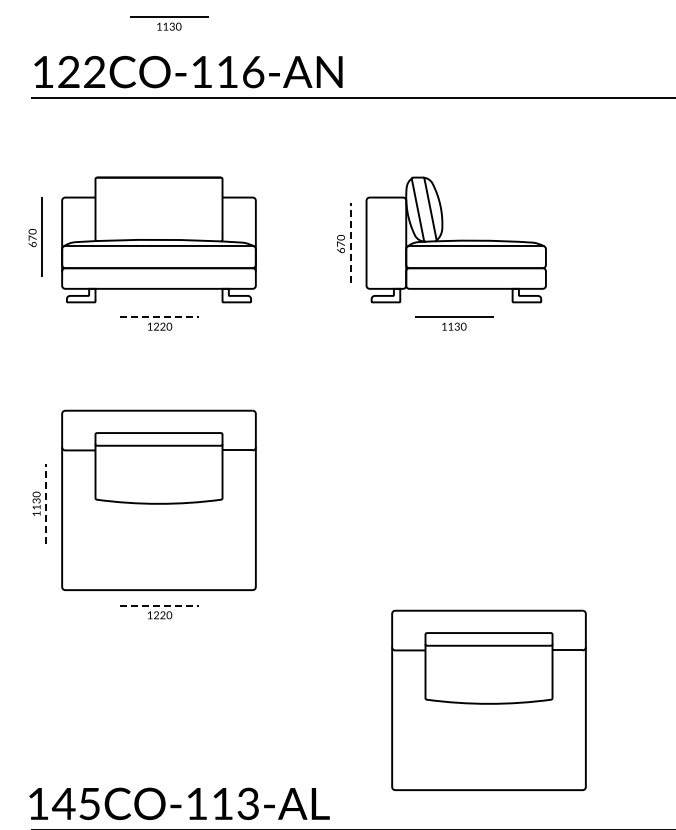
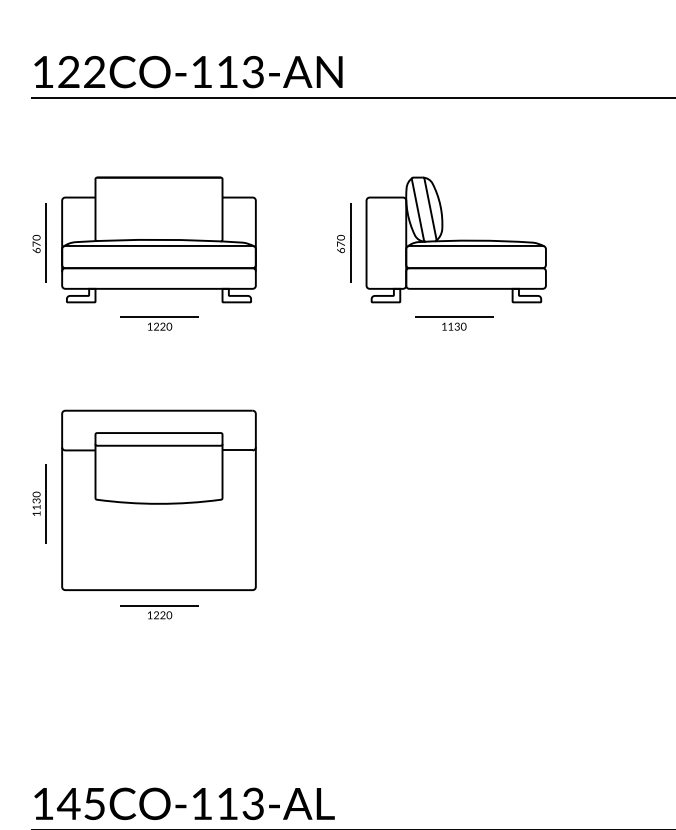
part at (169, 23): present -> none
text at (253, 71): 122CO-116-AN -> 122CO-113-AN
part at (35, 236) position: (35, 236) -> (39, 242)
line at (350, 243): dashed -> solid
line at (159, 317): dashed -> solid
line at (46, 504): dashed -> solid
line at (159, 606): dashed -> solid
part at (488, 699): present -> none
text at (179, 803) position: (179, 803) -> (184, 803)
